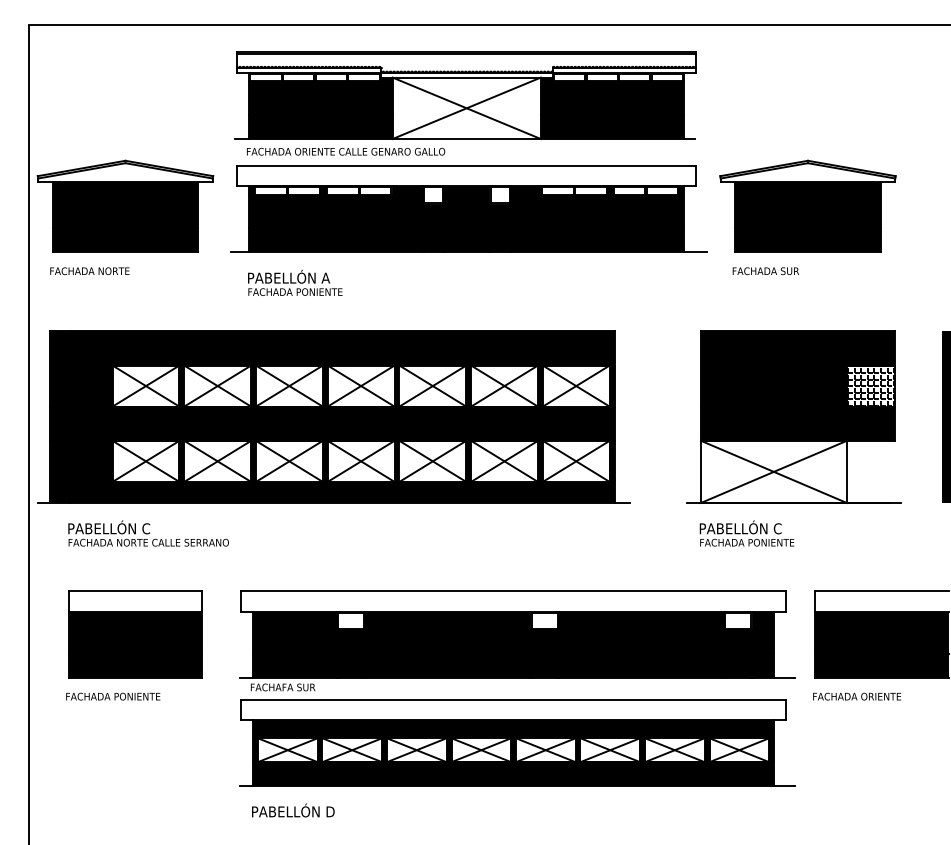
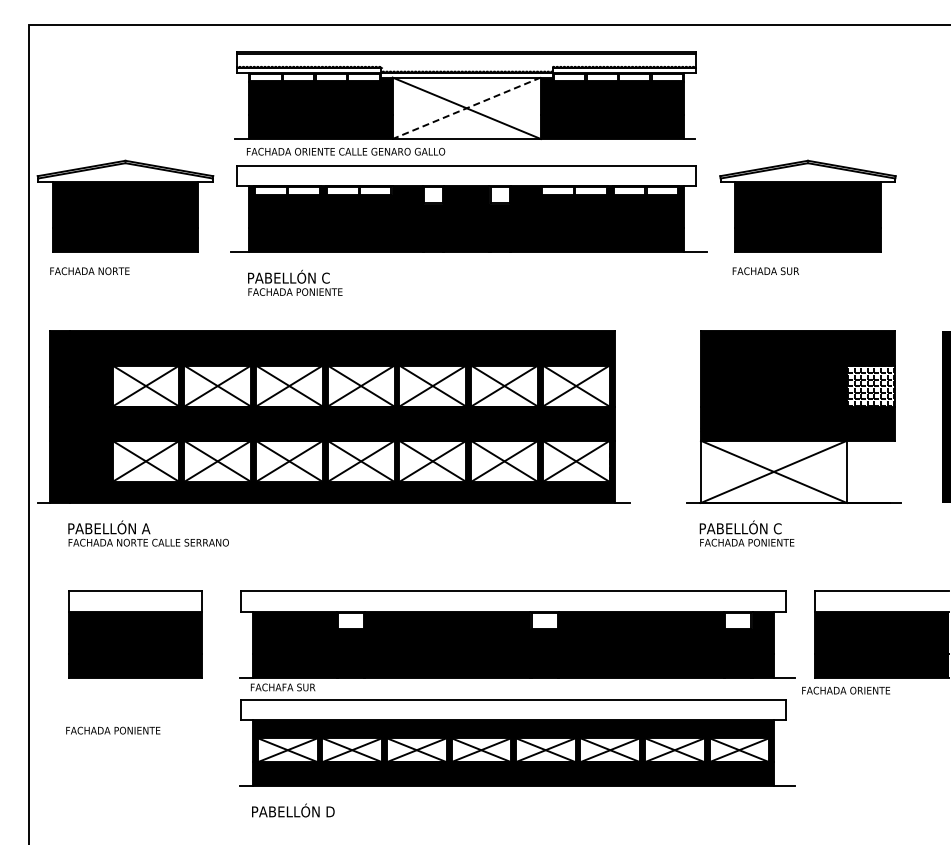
line at (466, 108): solid -> dashed
text at (325, 277): PABELLÓN A -> PABELLÓN C
text at (145, 528): PABELLÓN C -> PABELLÓN A
text at (113, 696) position: (113, 696) -> (113, 730)
text at (856, 696) position: (856, 696) -> (845, 690)
